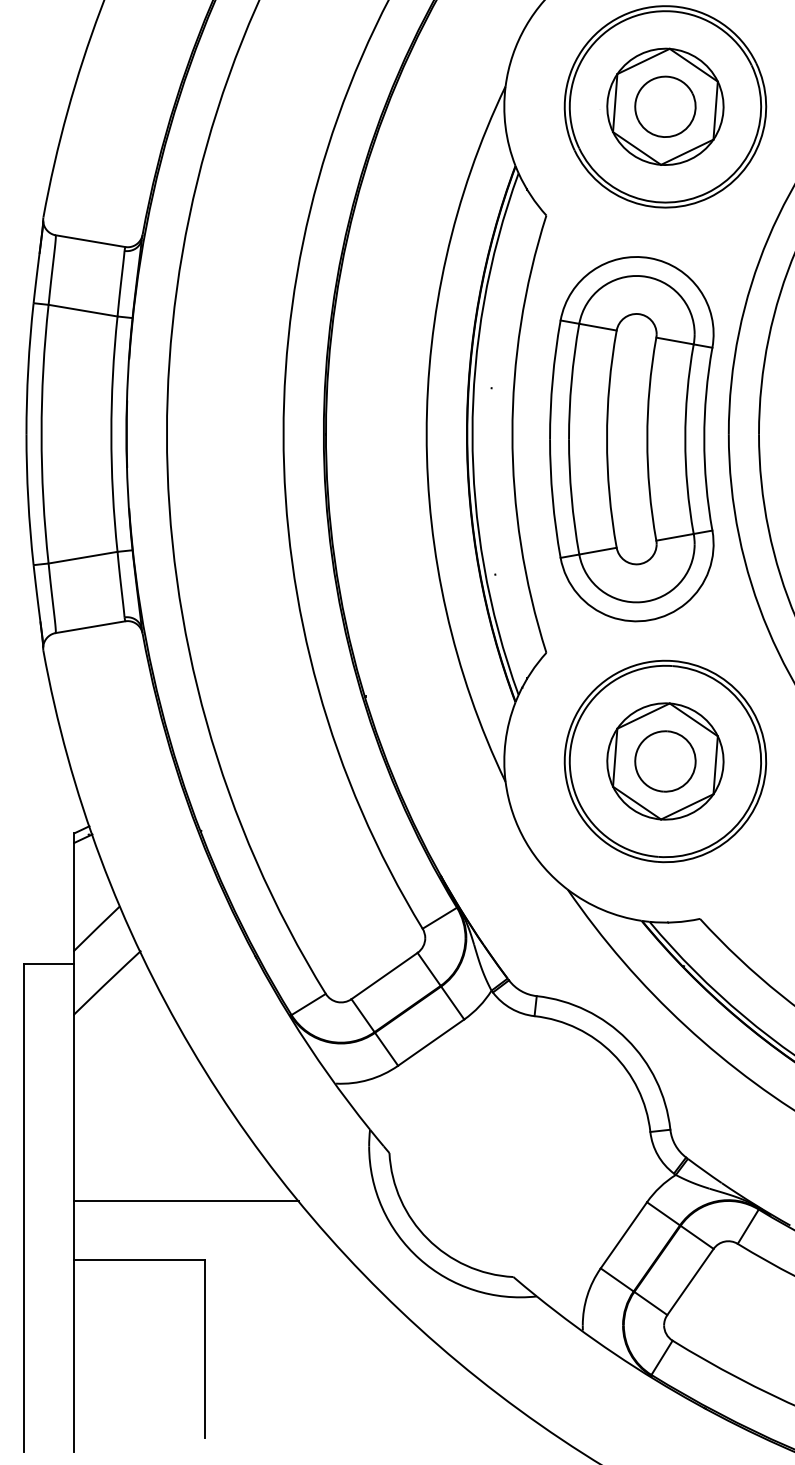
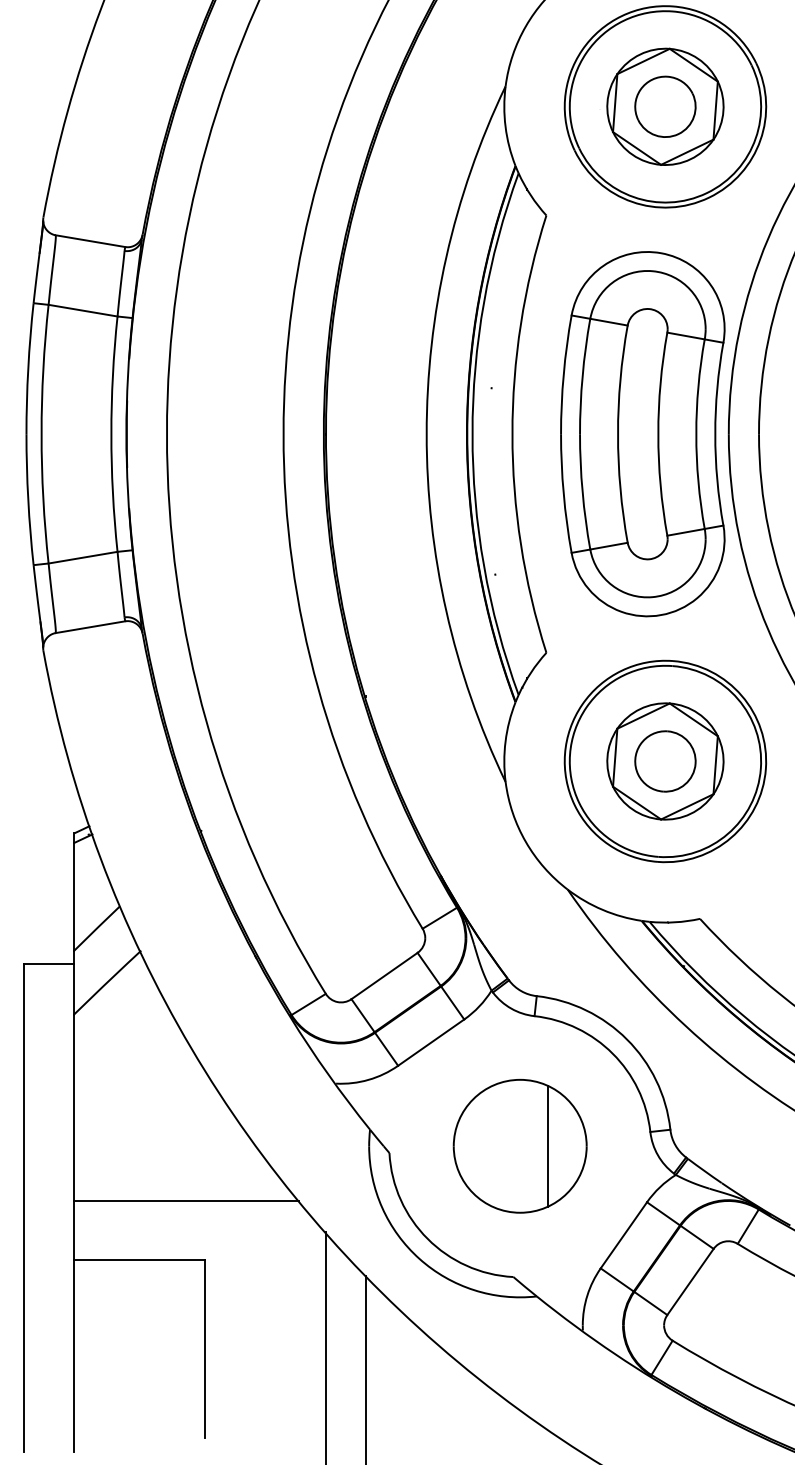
part at (631, 439) position: (631, 439) -> (642, 434)
part at (519, 1145): none -> present
line at (325, 1346): none -> present
line at (366, 1368): none -> present
